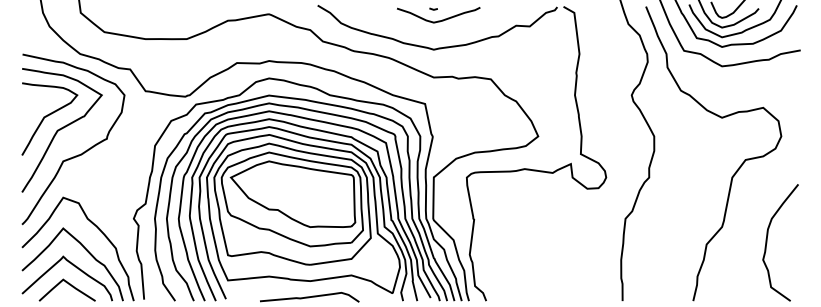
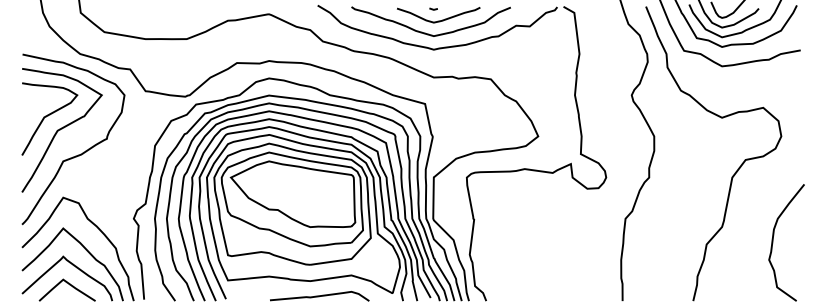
curve at (425, 32): none -> present
curve at (767, 242) position: (767, 242) -> (773, 242)
curve at (309, 297) position: (309, 297) -> (319, 296)
